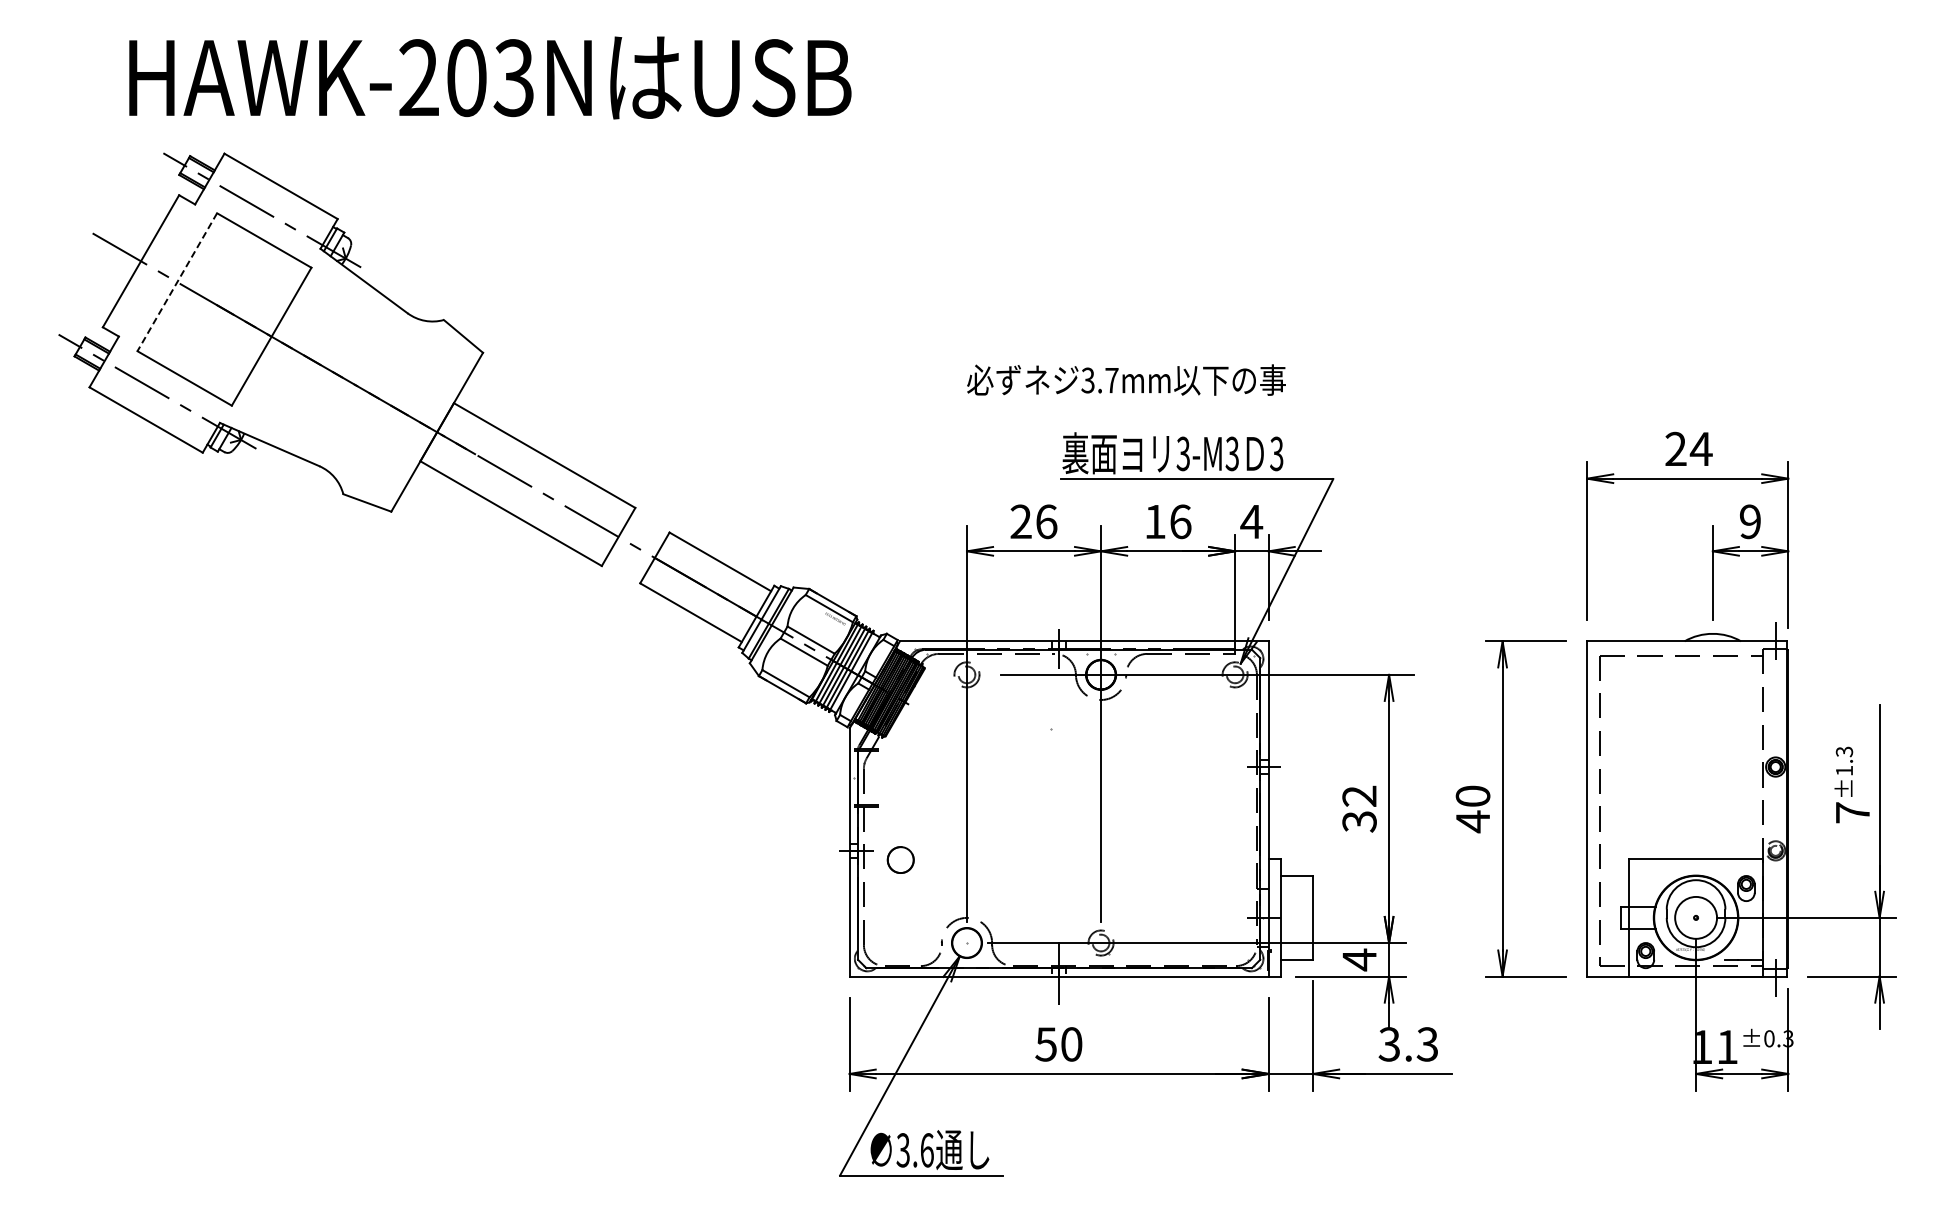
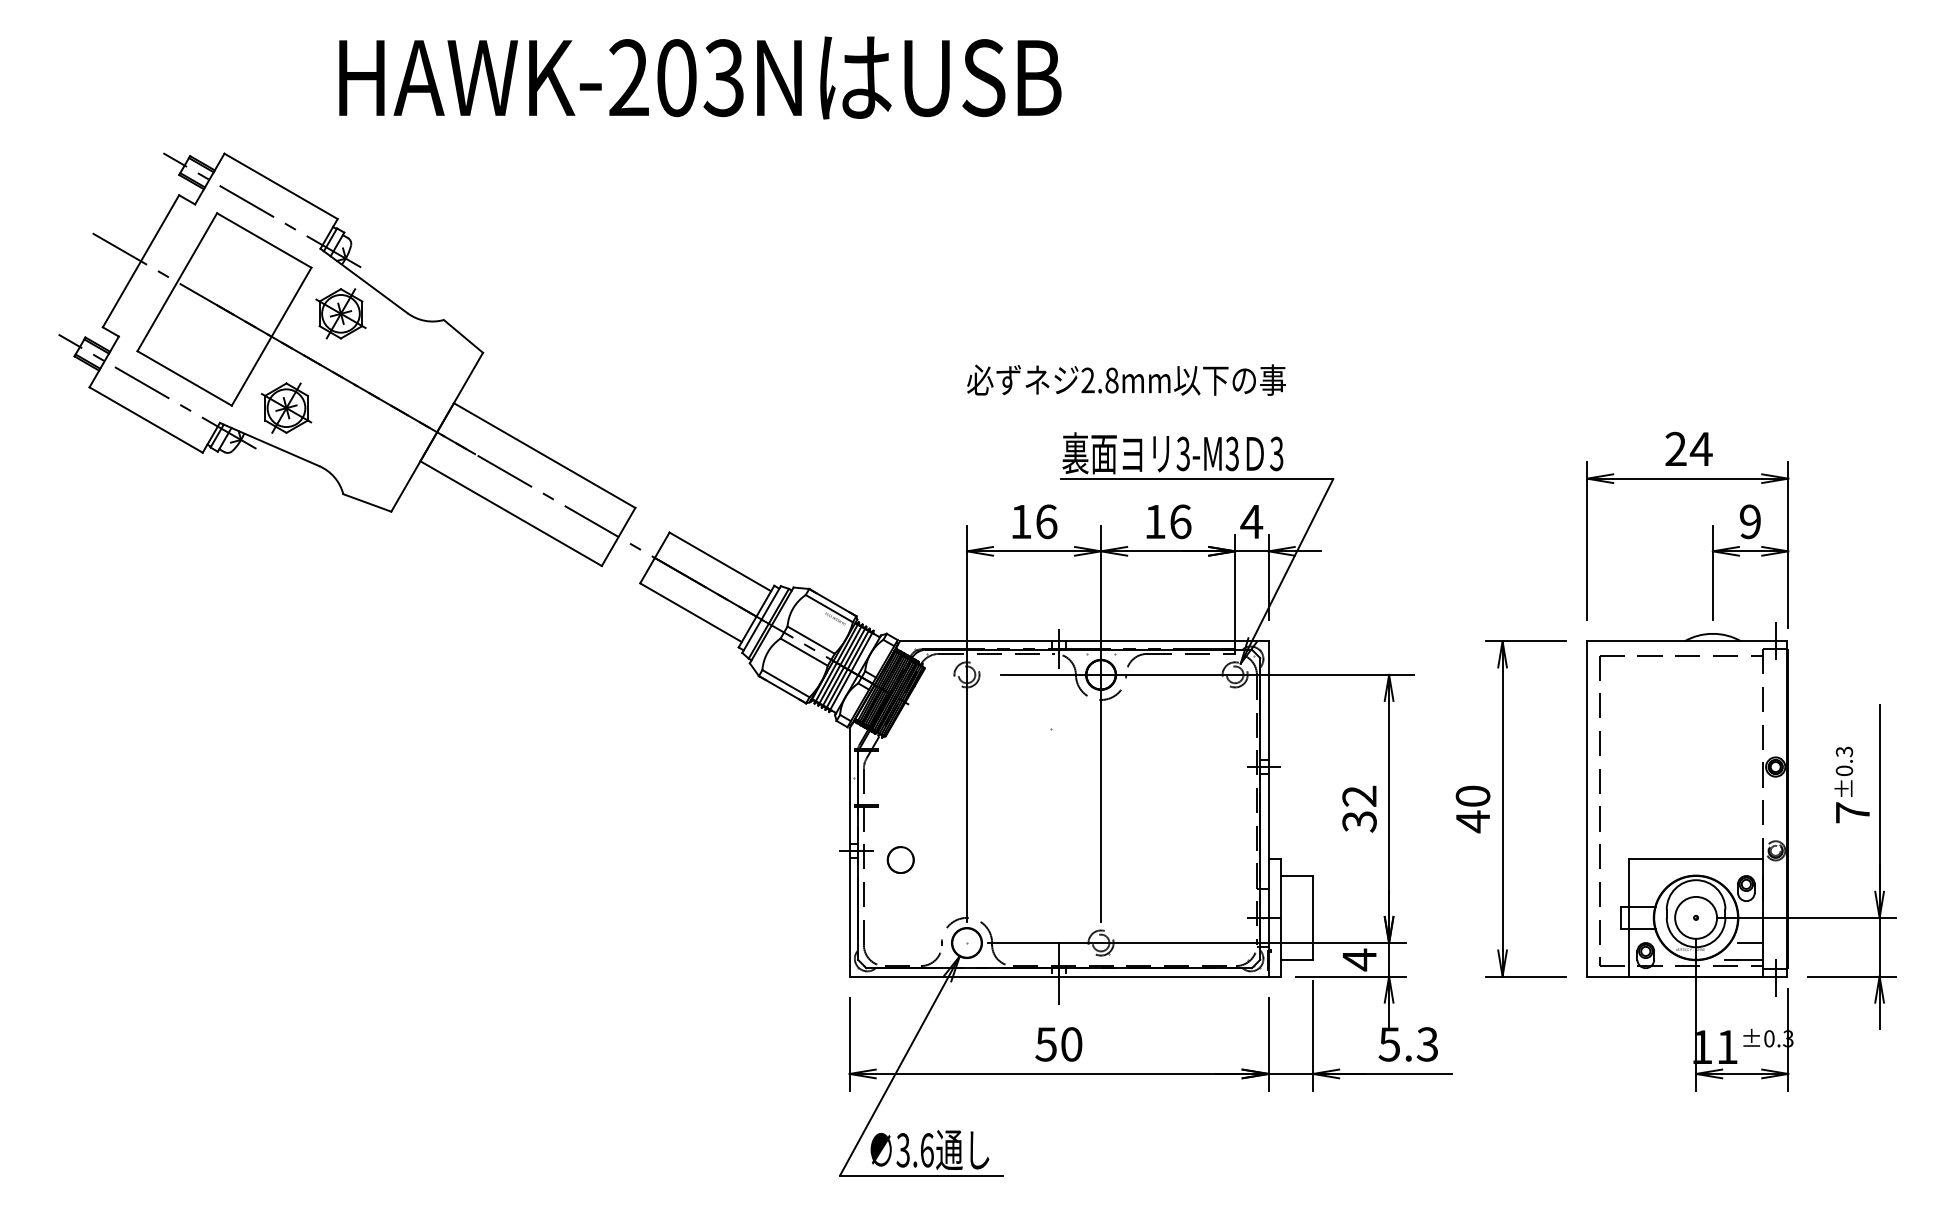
text at (490, 77) position: (490, 77) -> (700, 77)
line at (177, 282): dashed -> solid
part at (340, 313): none -> present
text at (1099, 380): 3.7mm -> 2.8mm
part at (286, 407): none -> present
text at (1020, 521): 26 -> 16
text at (1844, 770): ±1.3 -> ±0.3
line at (1750, 943): none -> present
text at (1388, 1044): 3.3 -> 5.3
